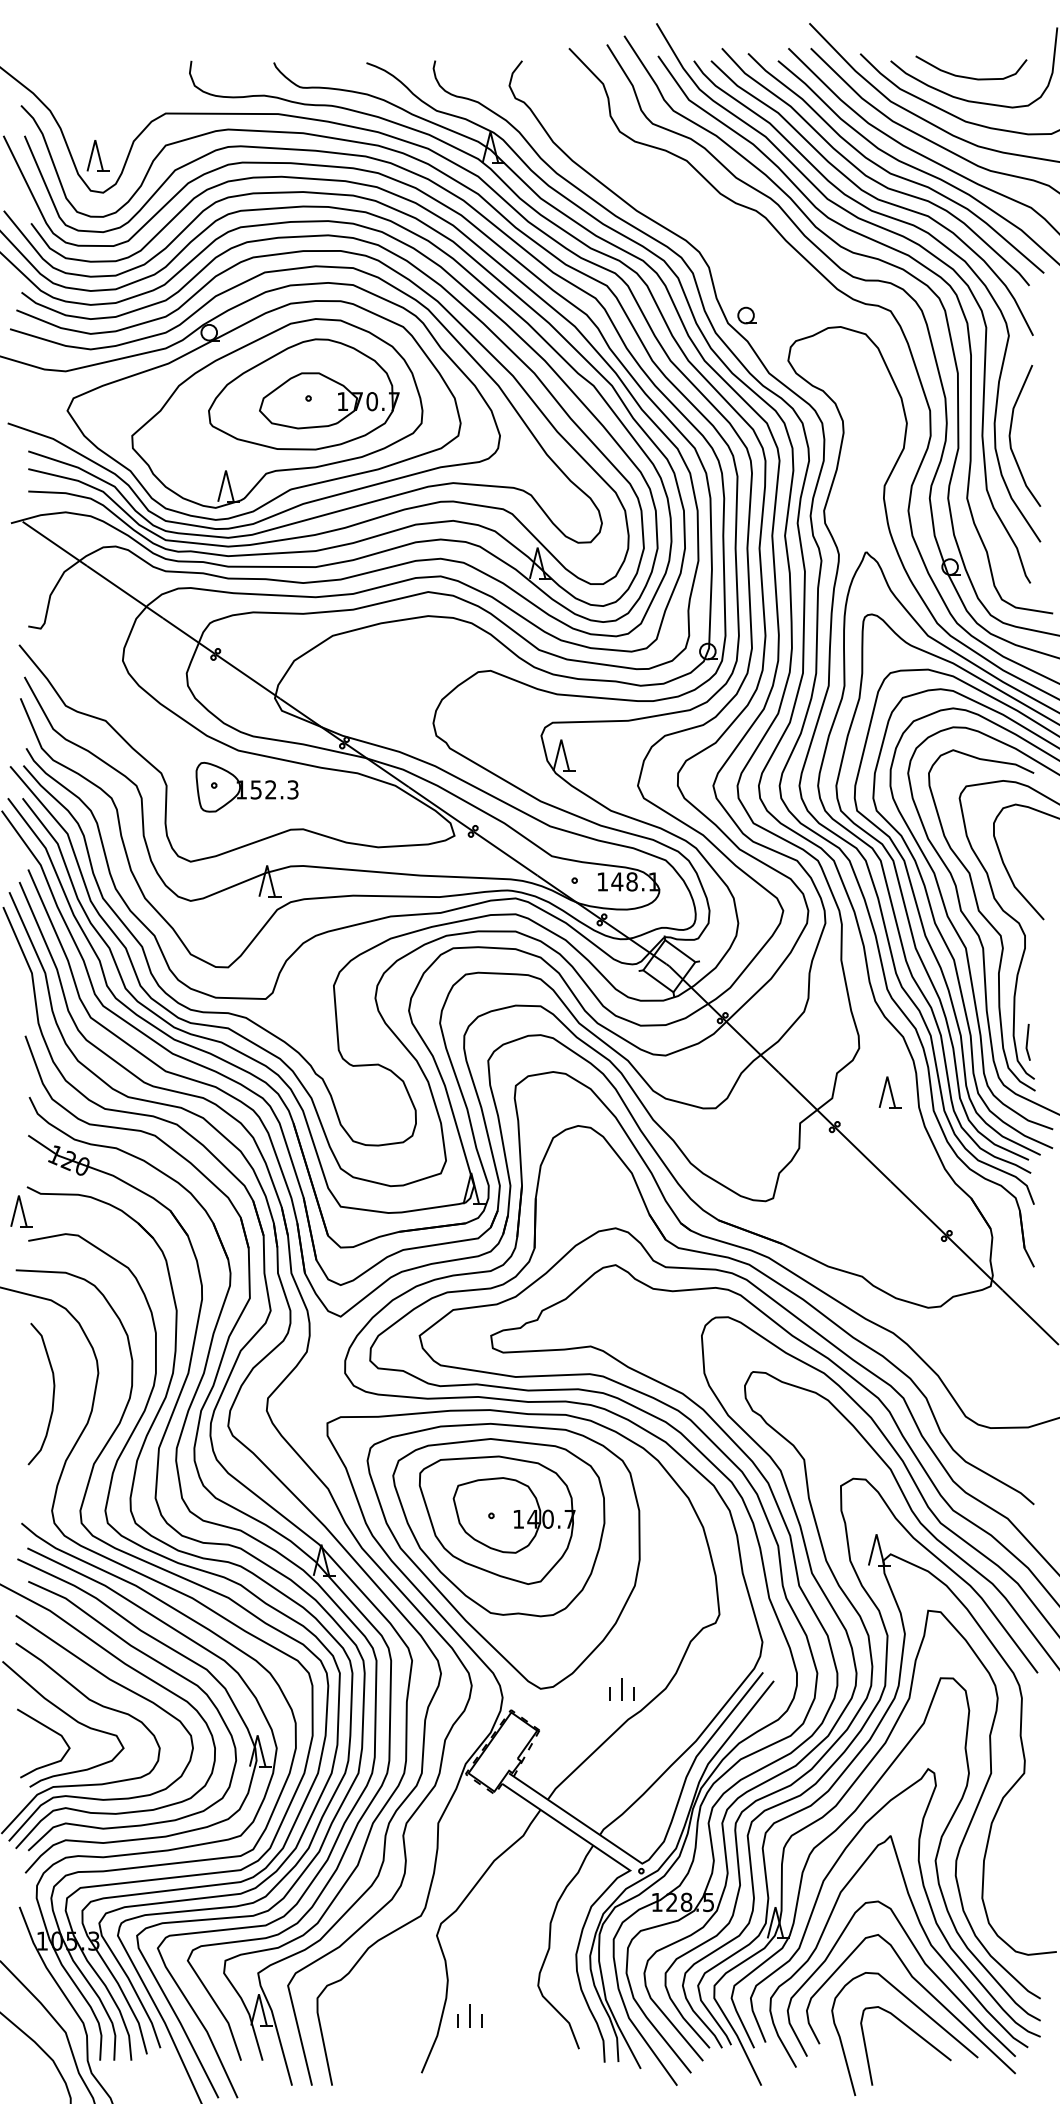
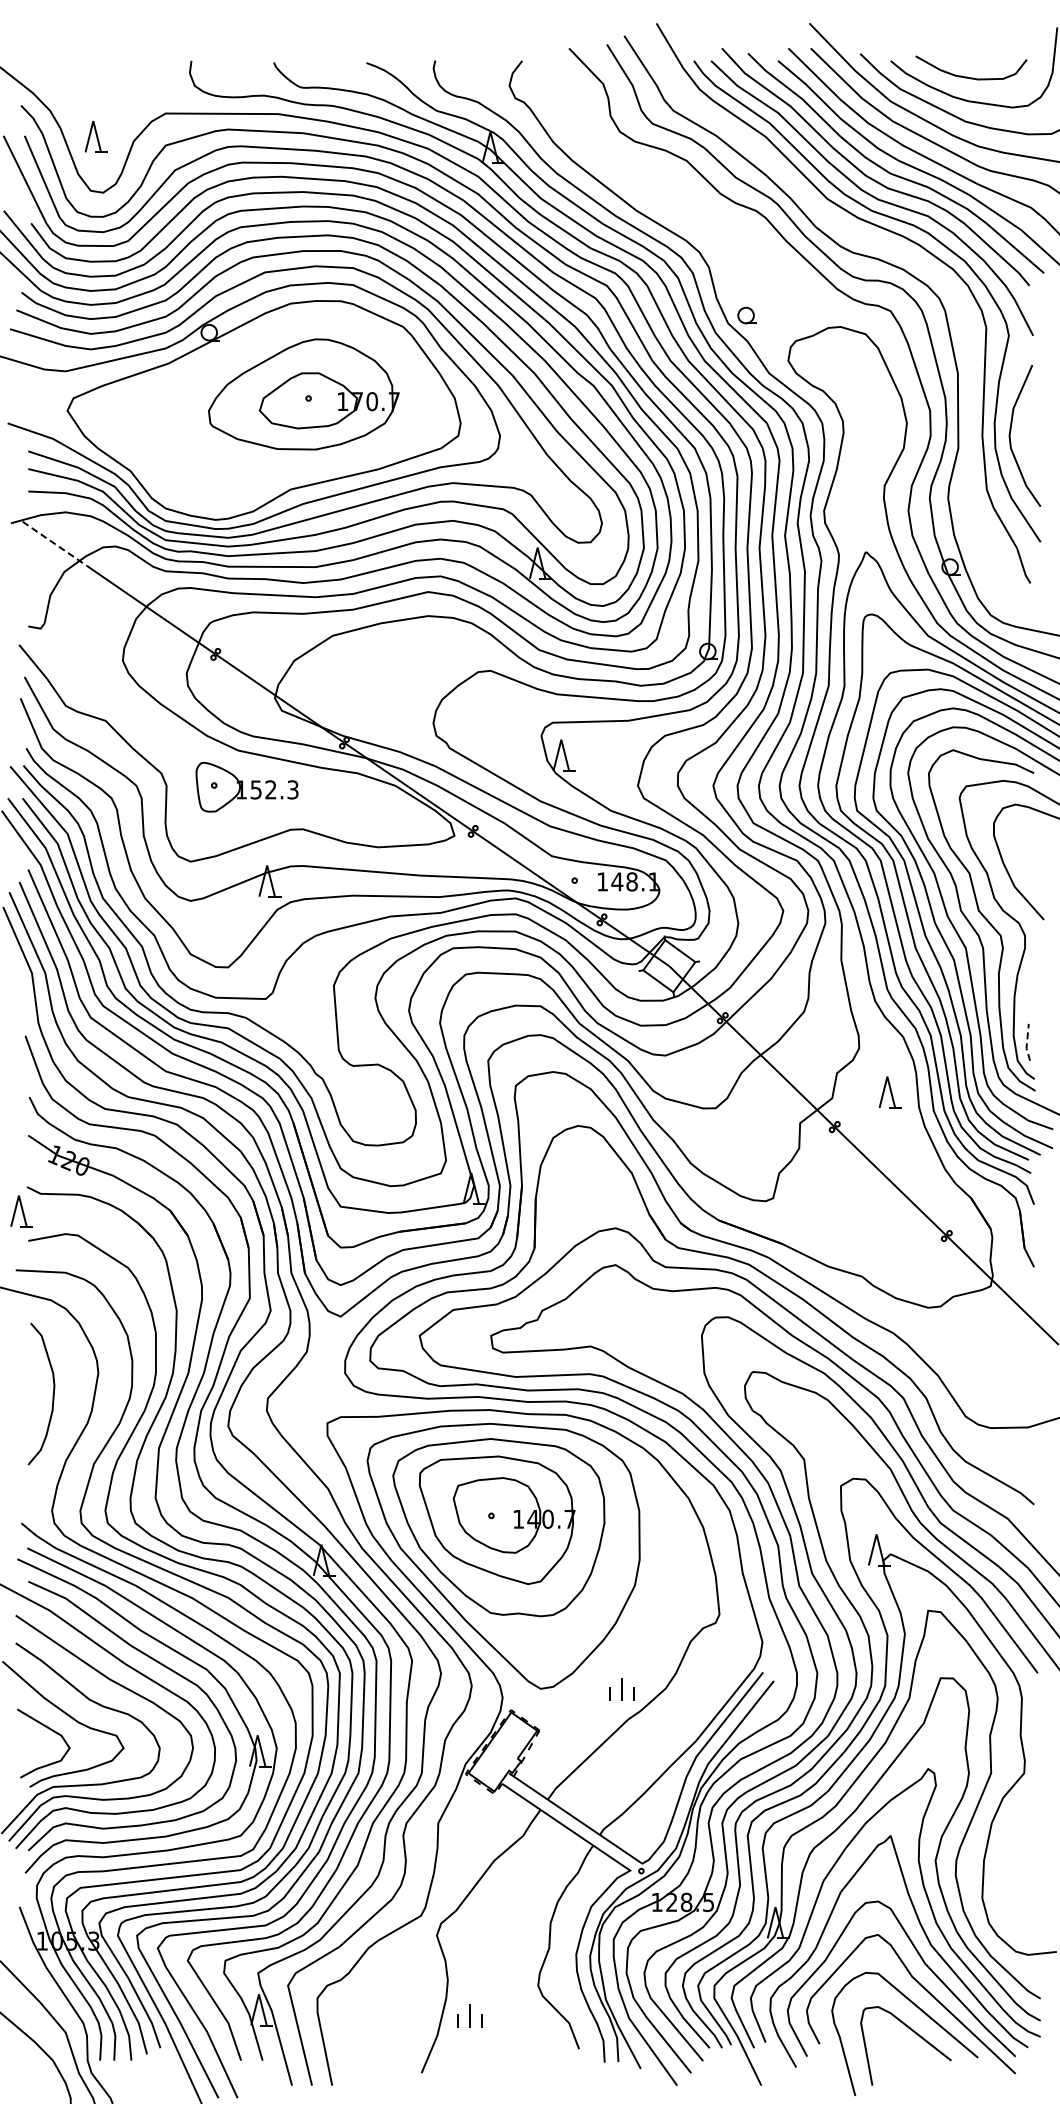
part at (97, 155) position: (97, 155) -> (95, 136)
curve at (889, 248): present -> none
part at (277, 413): present -> none
line at (55, 544): solid -> dashed
line at (1026, 1043): solid -> dashed
